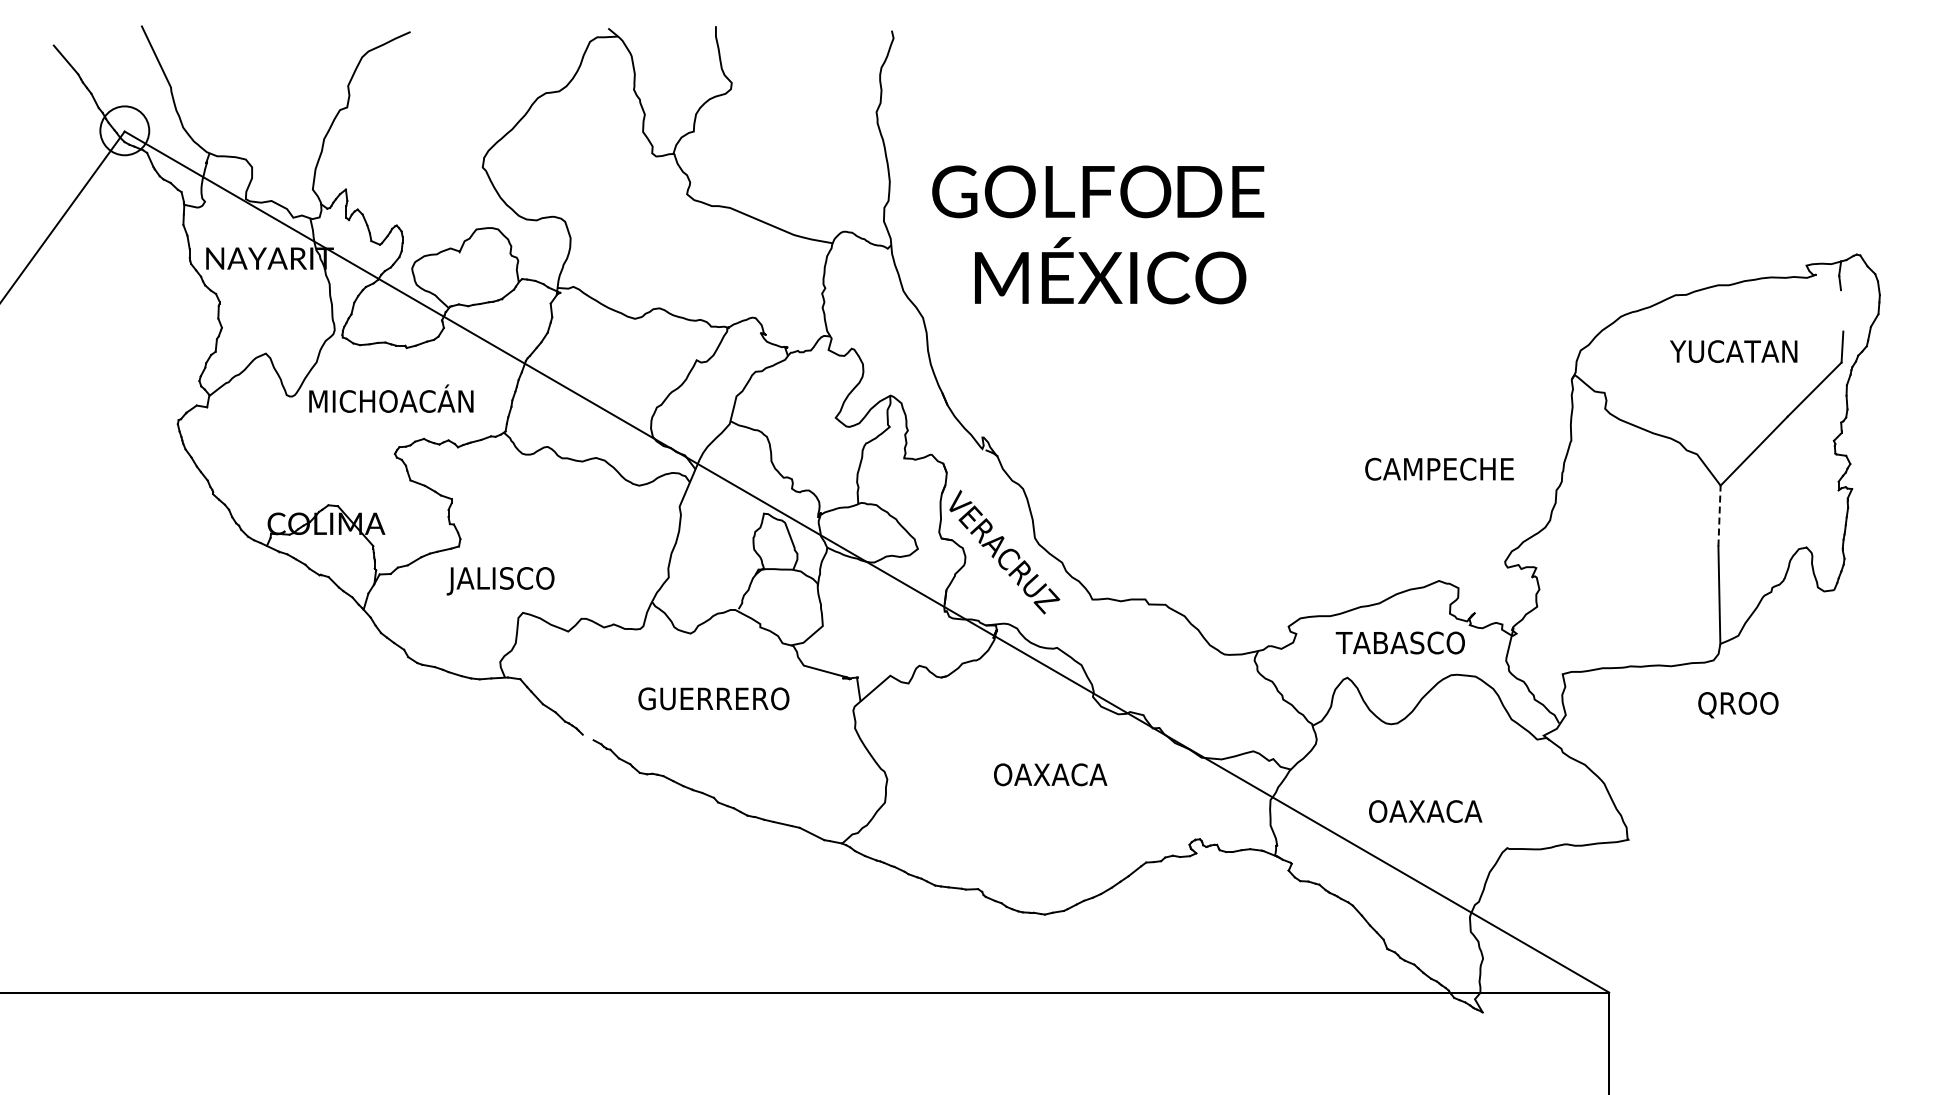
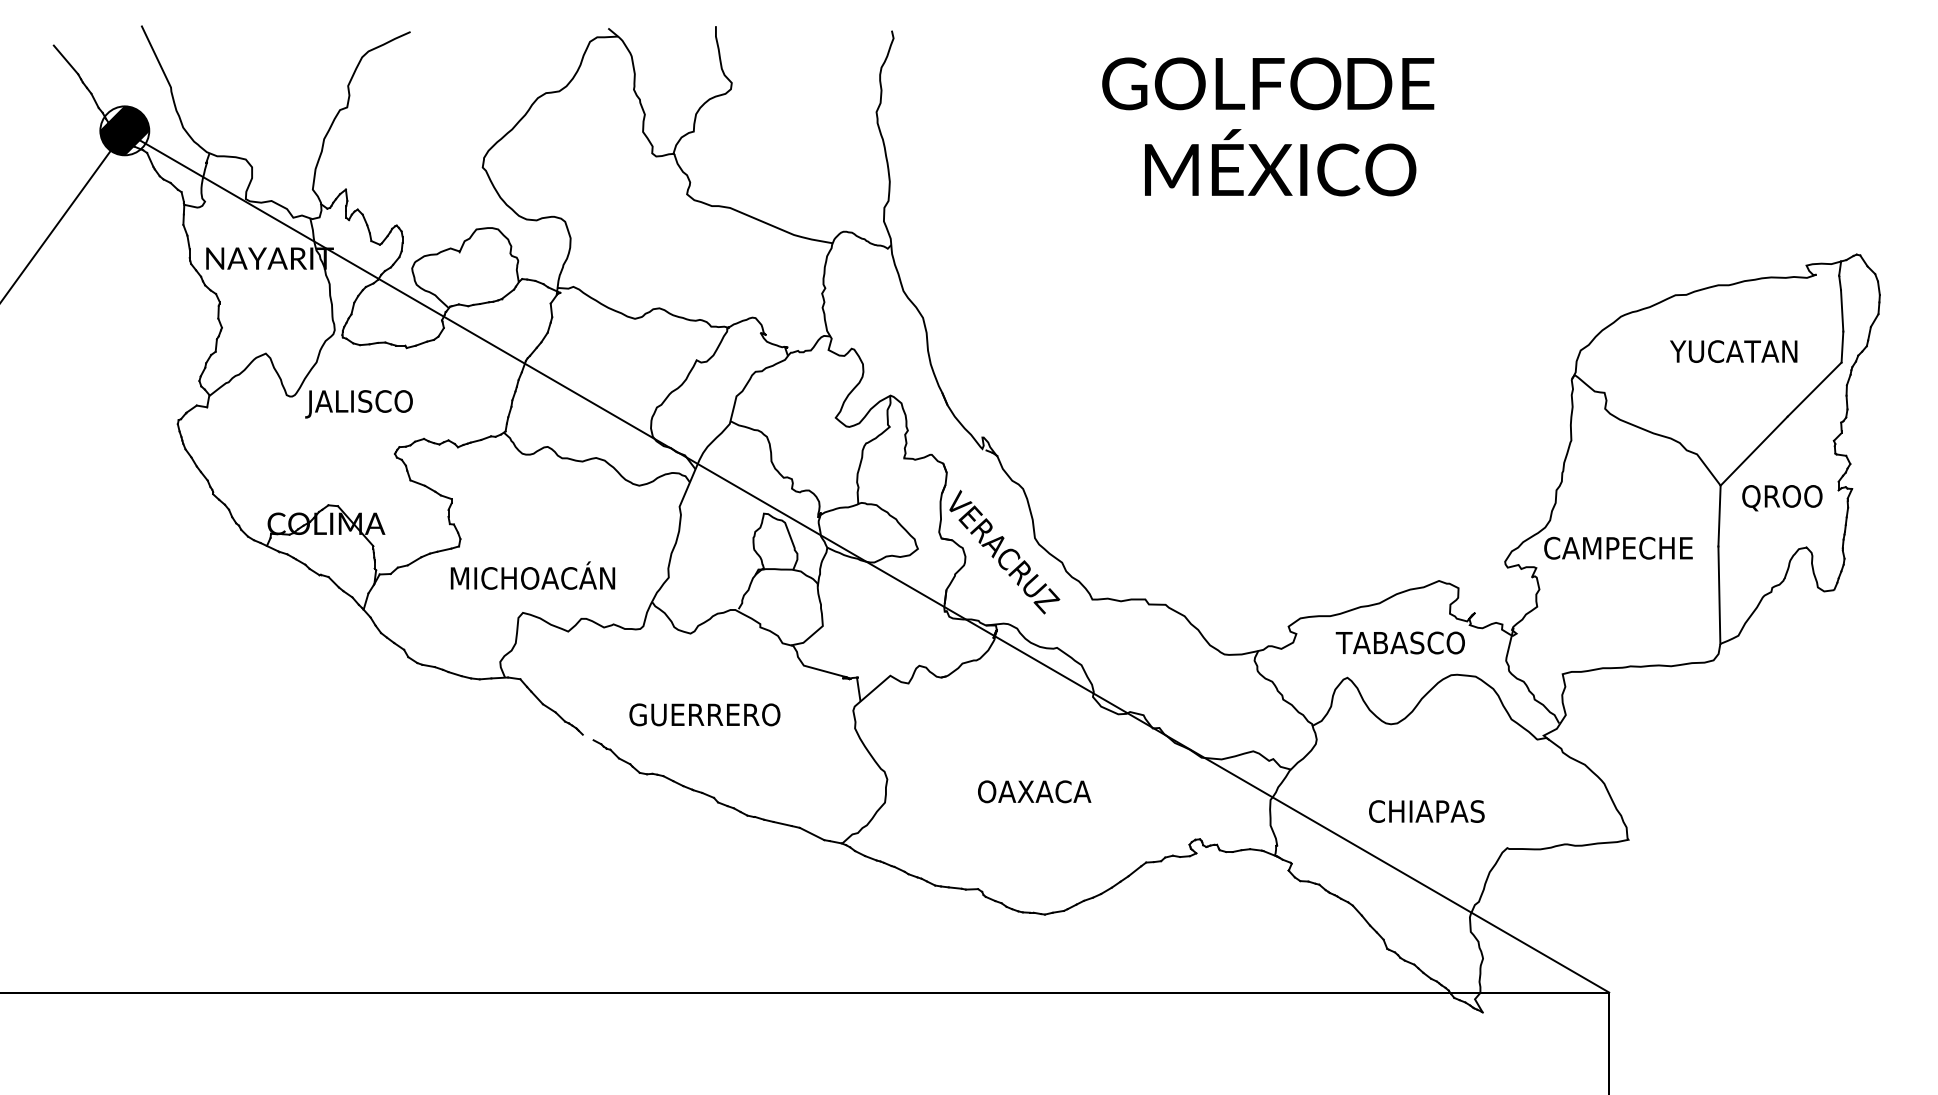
hatch at (124, 130): none -> present
text at (1098, 234) position: (1098, 234) -> (1268, 126)
line at (1842, 310): none -> present
text at (389, 401): MICHOACÁN -> JALISCO
text at (1439, 468) position: (1439, 468) -> (1618, 547)
line at (1719, 515): dashed -> solid
text at (530, 578): JALISCO -> MICHOACÁN
text at (713, 698) position: (713, 698) -> (704, 714)
text at (1738, 705) position: (1738, 705) -> (1782, 498)
text at (1050, 774) position: (1050, 774) -> (1034, 791)
text at (1429, 811): OAXACA -> CHIAPAS
